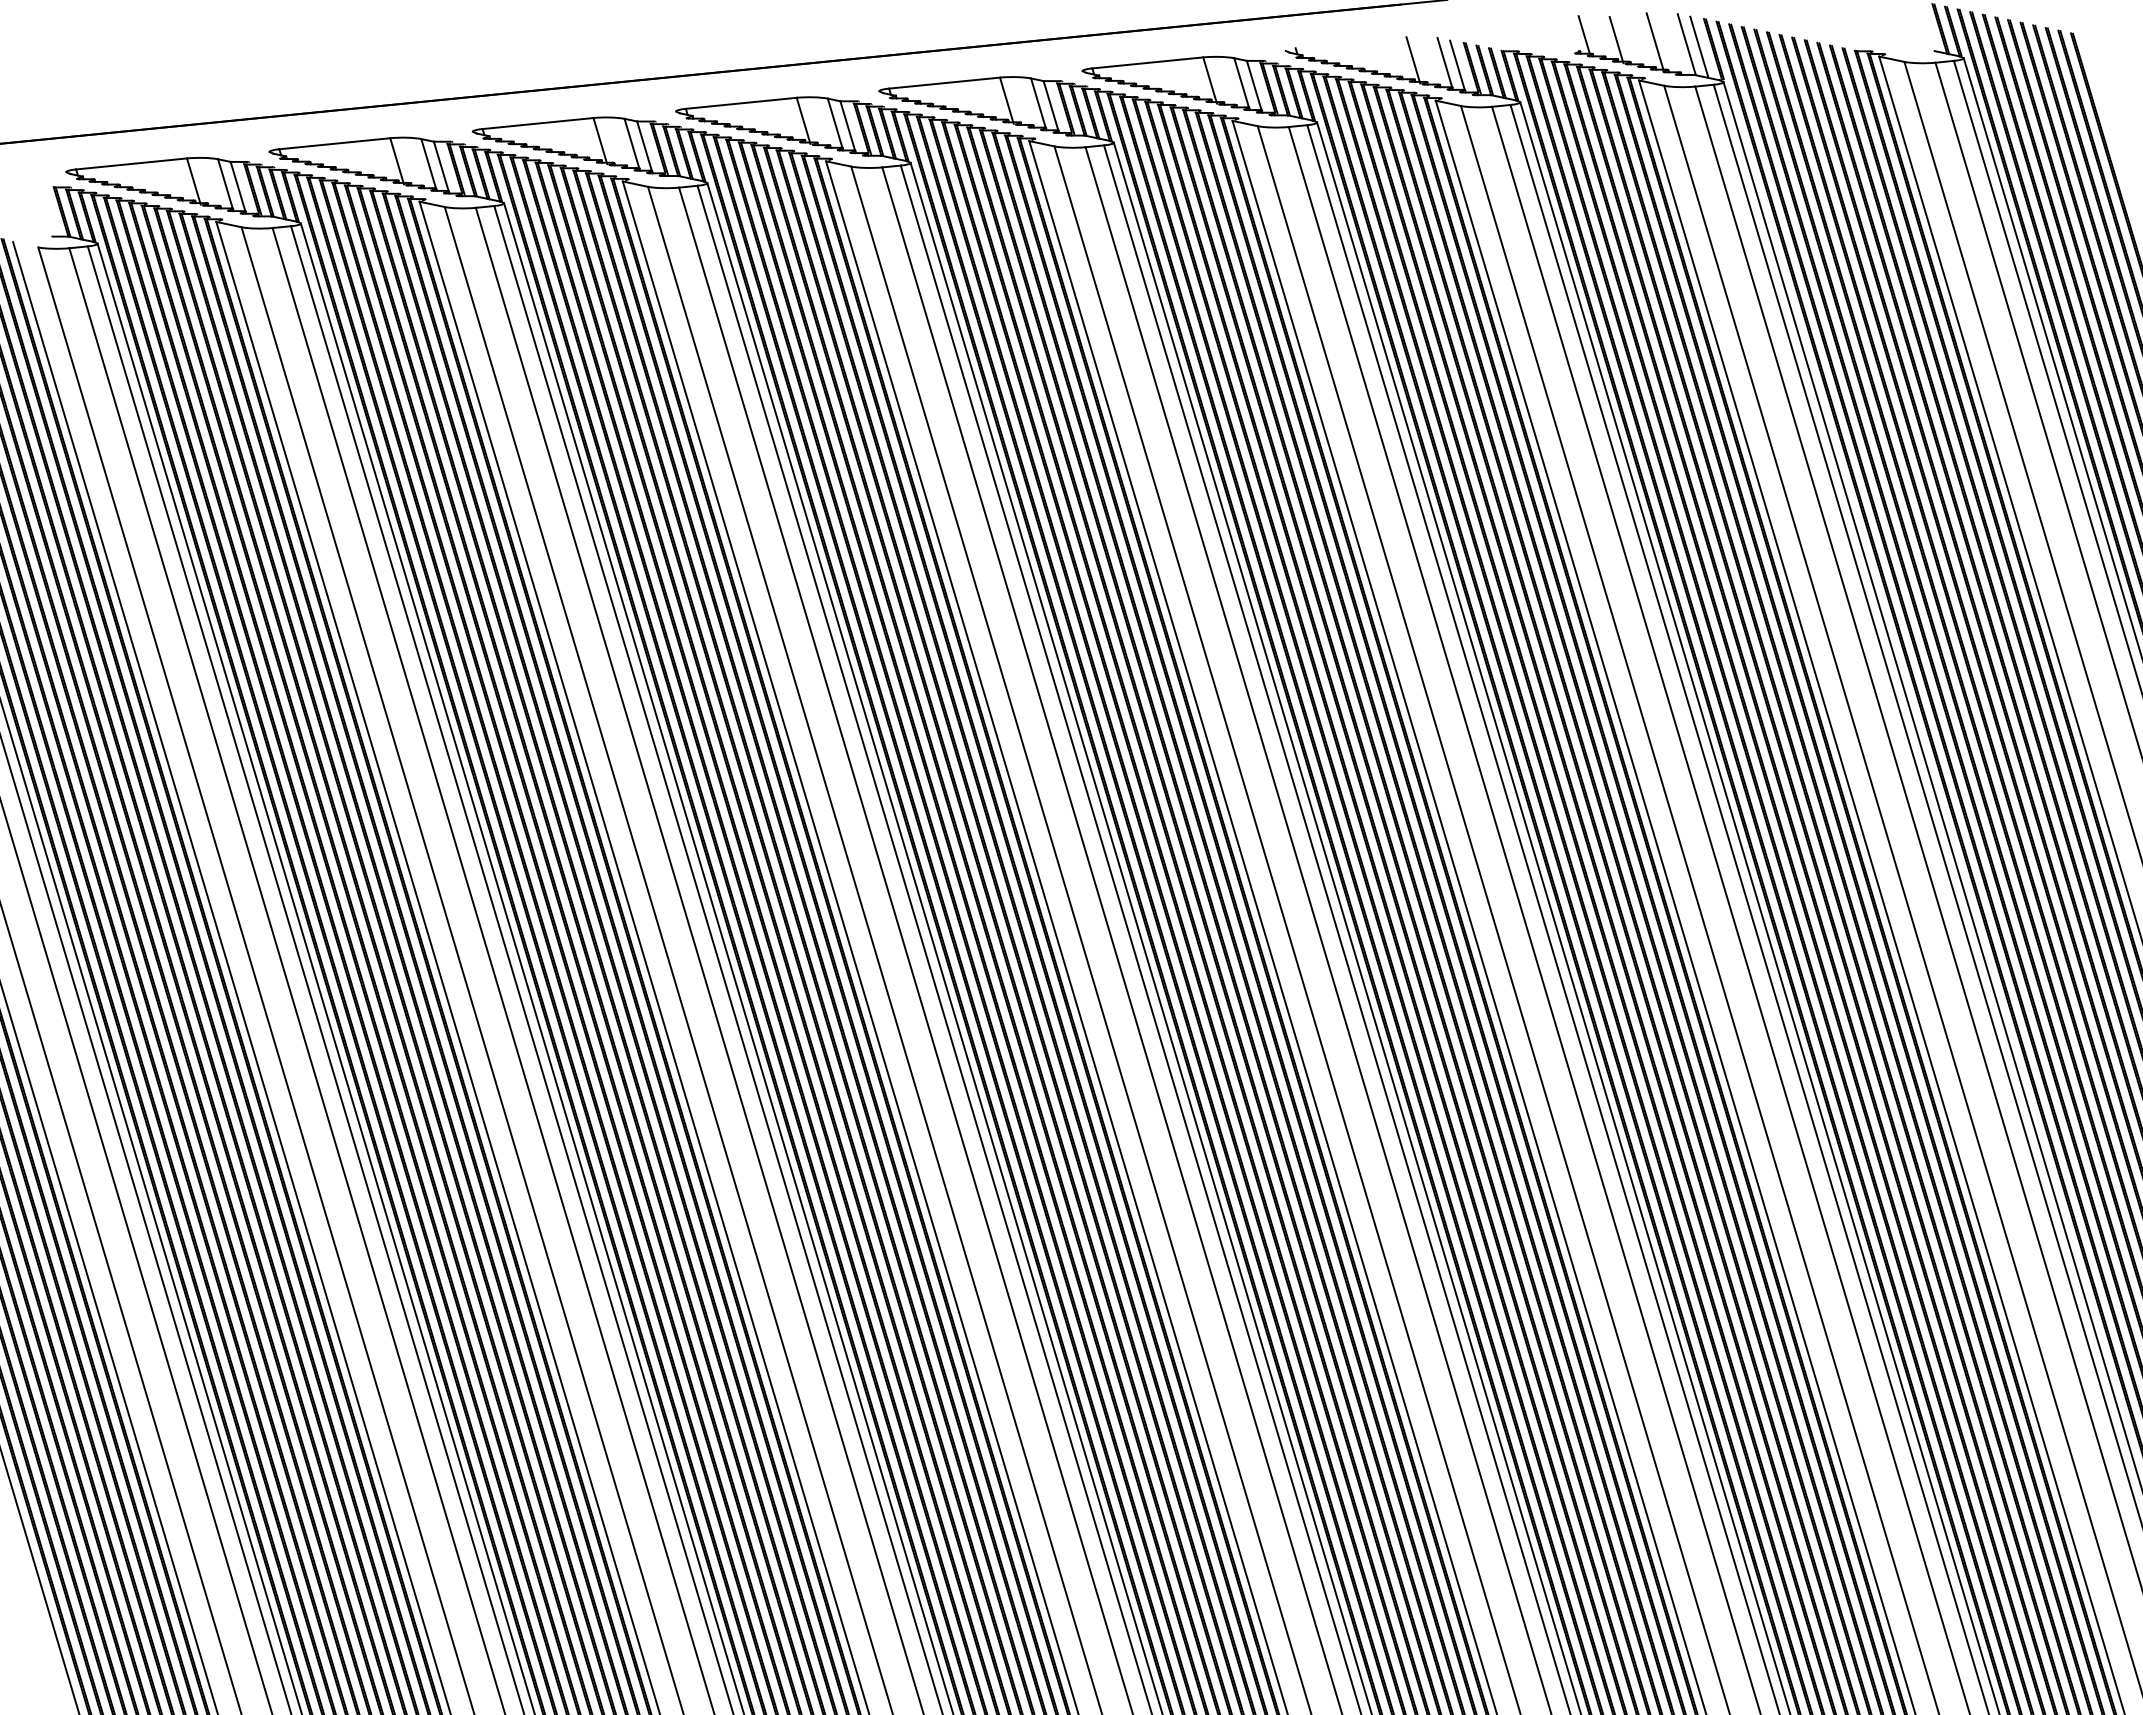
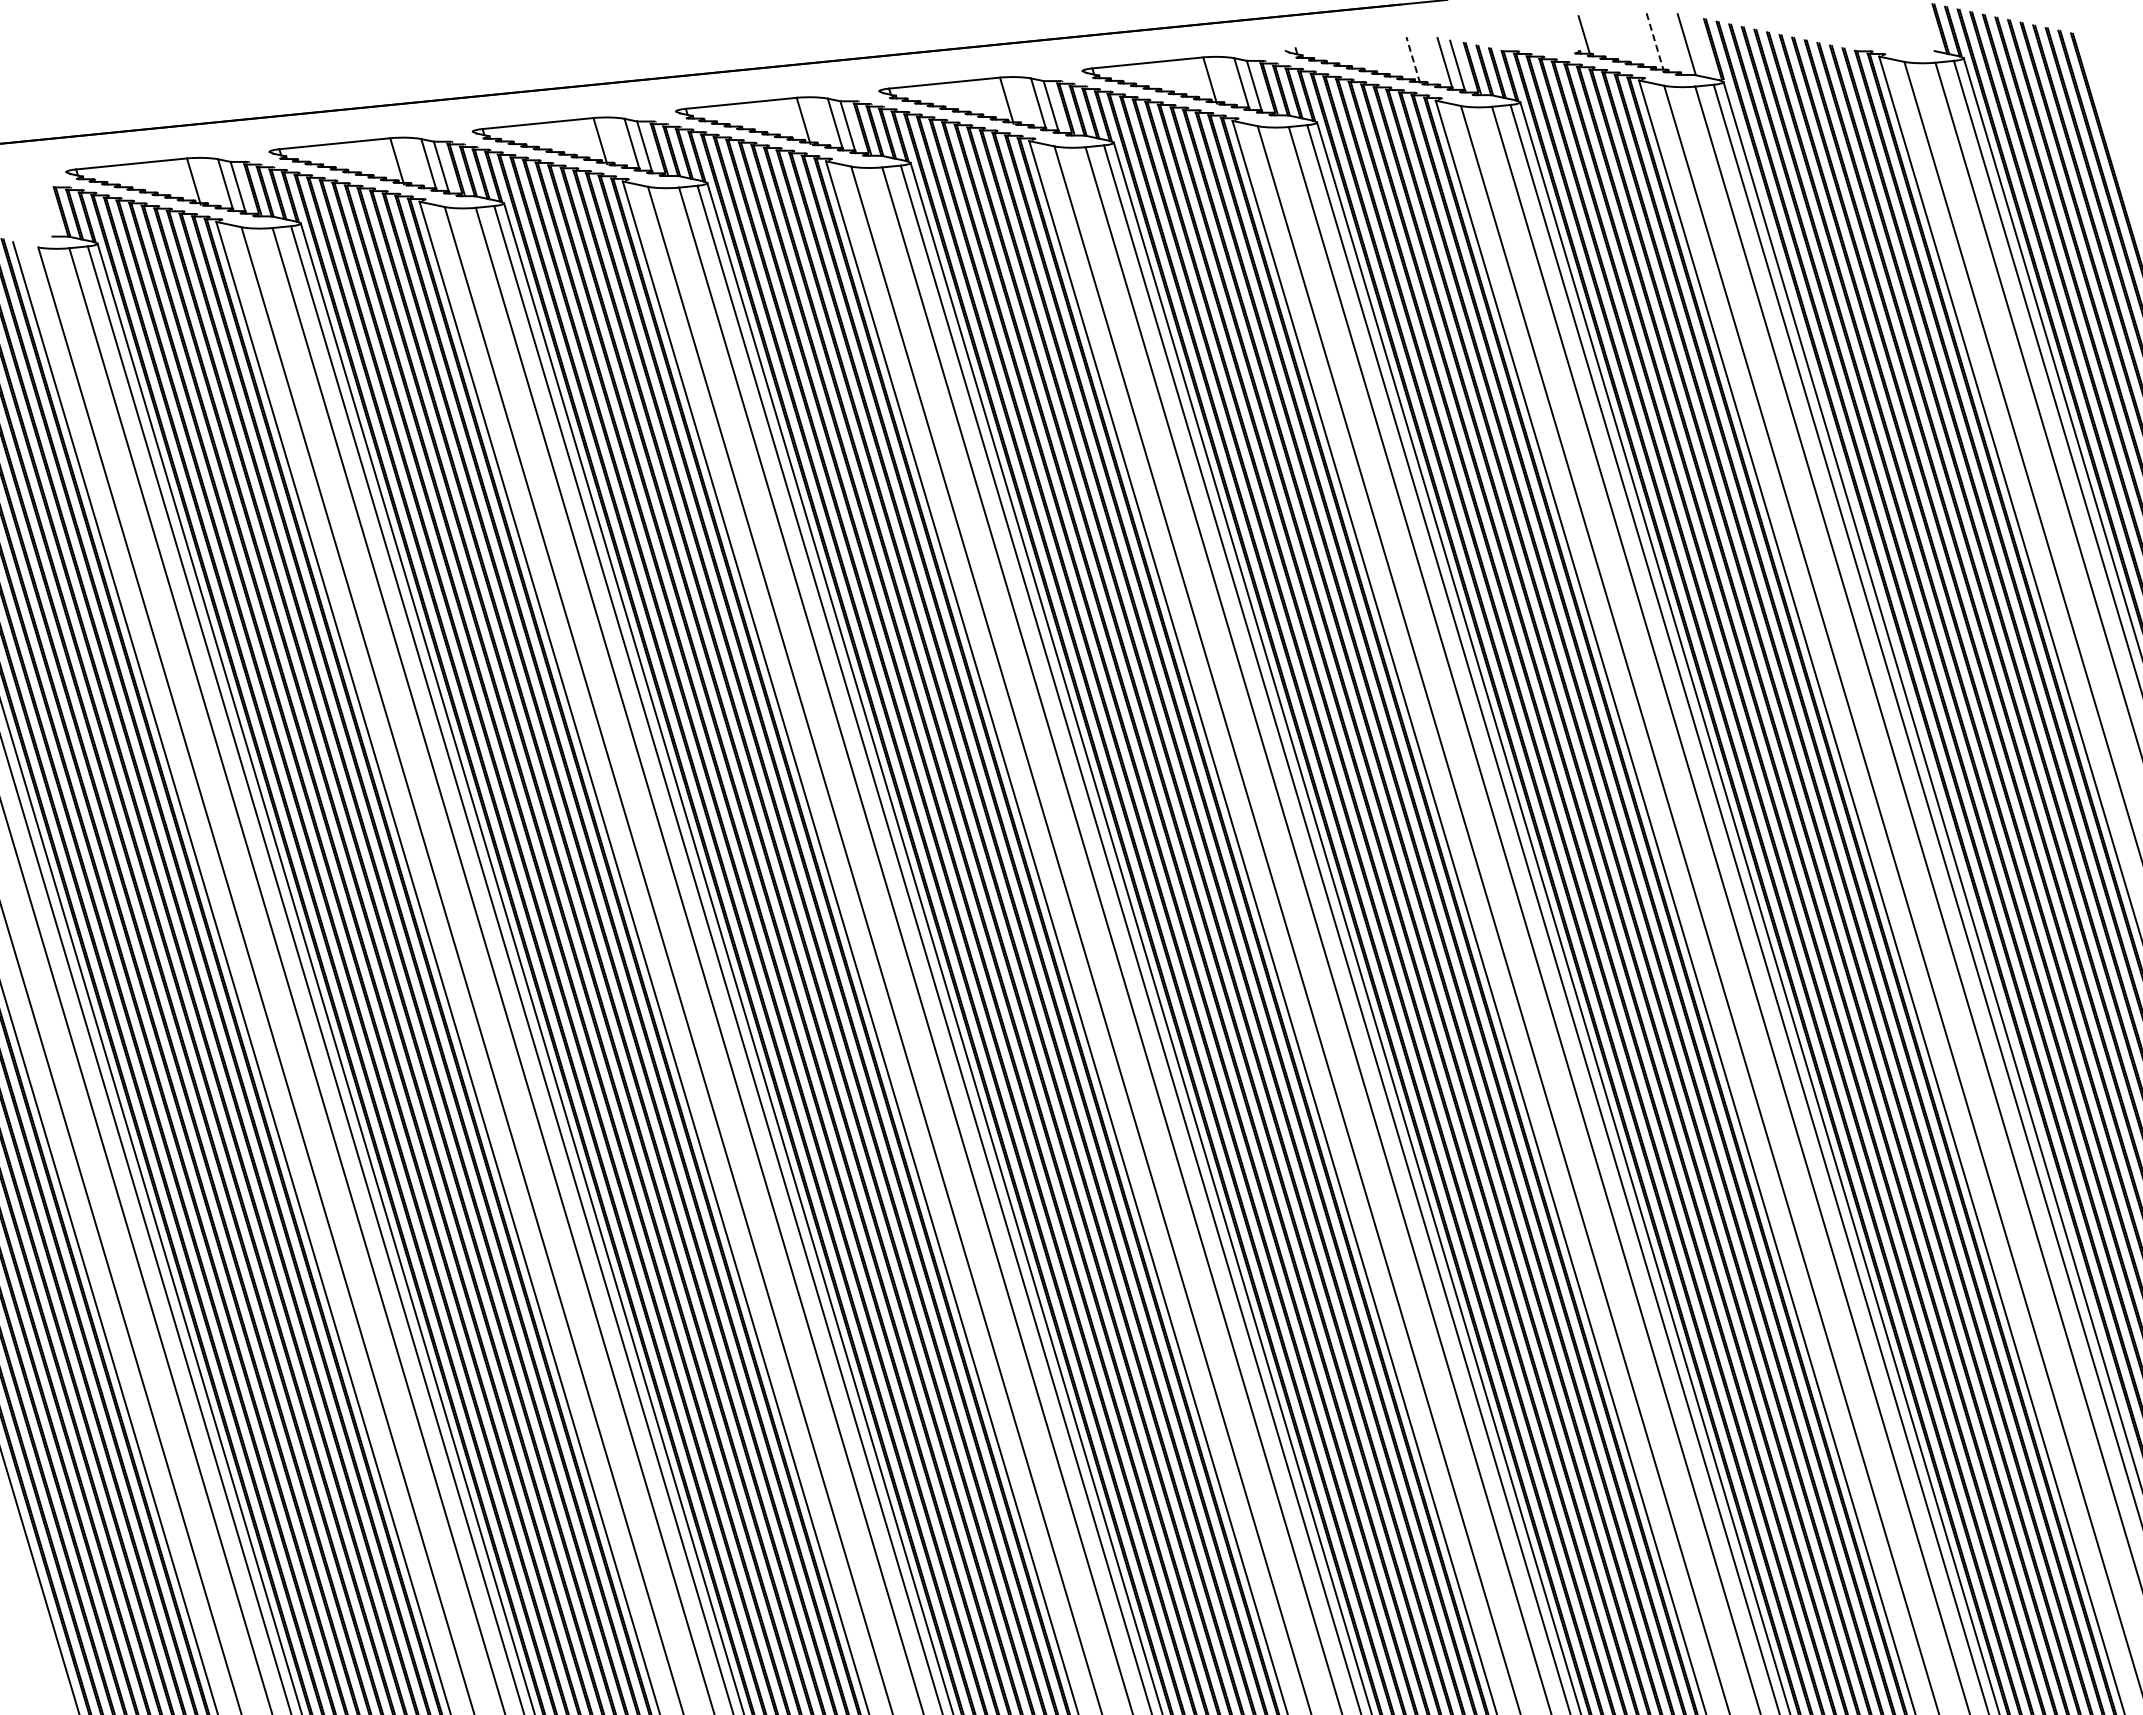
line at (1616, 40): present -> none
line at (1655, 41): solid -> dashed
line at (1699, 46): present -> none
line at (1413, 59): solid -> dashed
